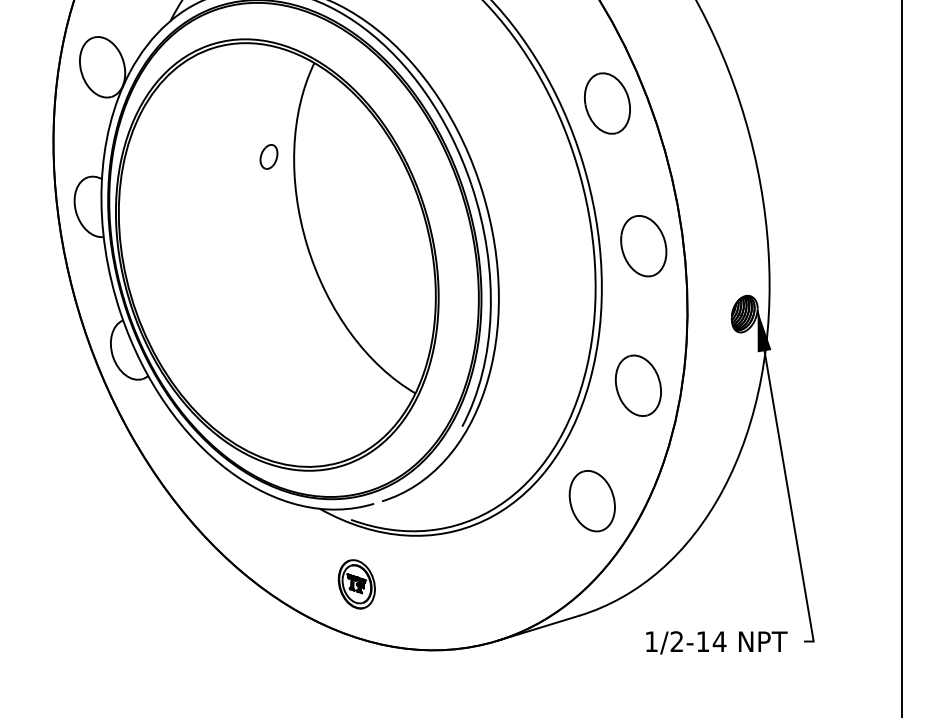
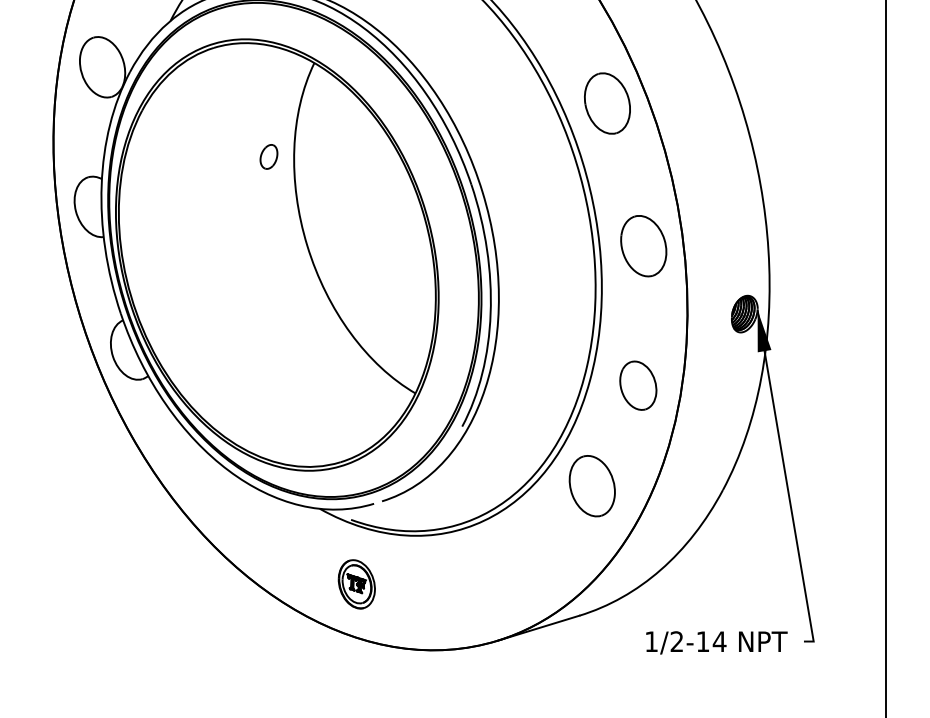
line at (902, 358) position: (902, 358) -> (886, 358)
part at (637, 385) size: 48x63 px -> 39x51 px
part at (591, 501) position: (591, 501) -> (591, 486)
